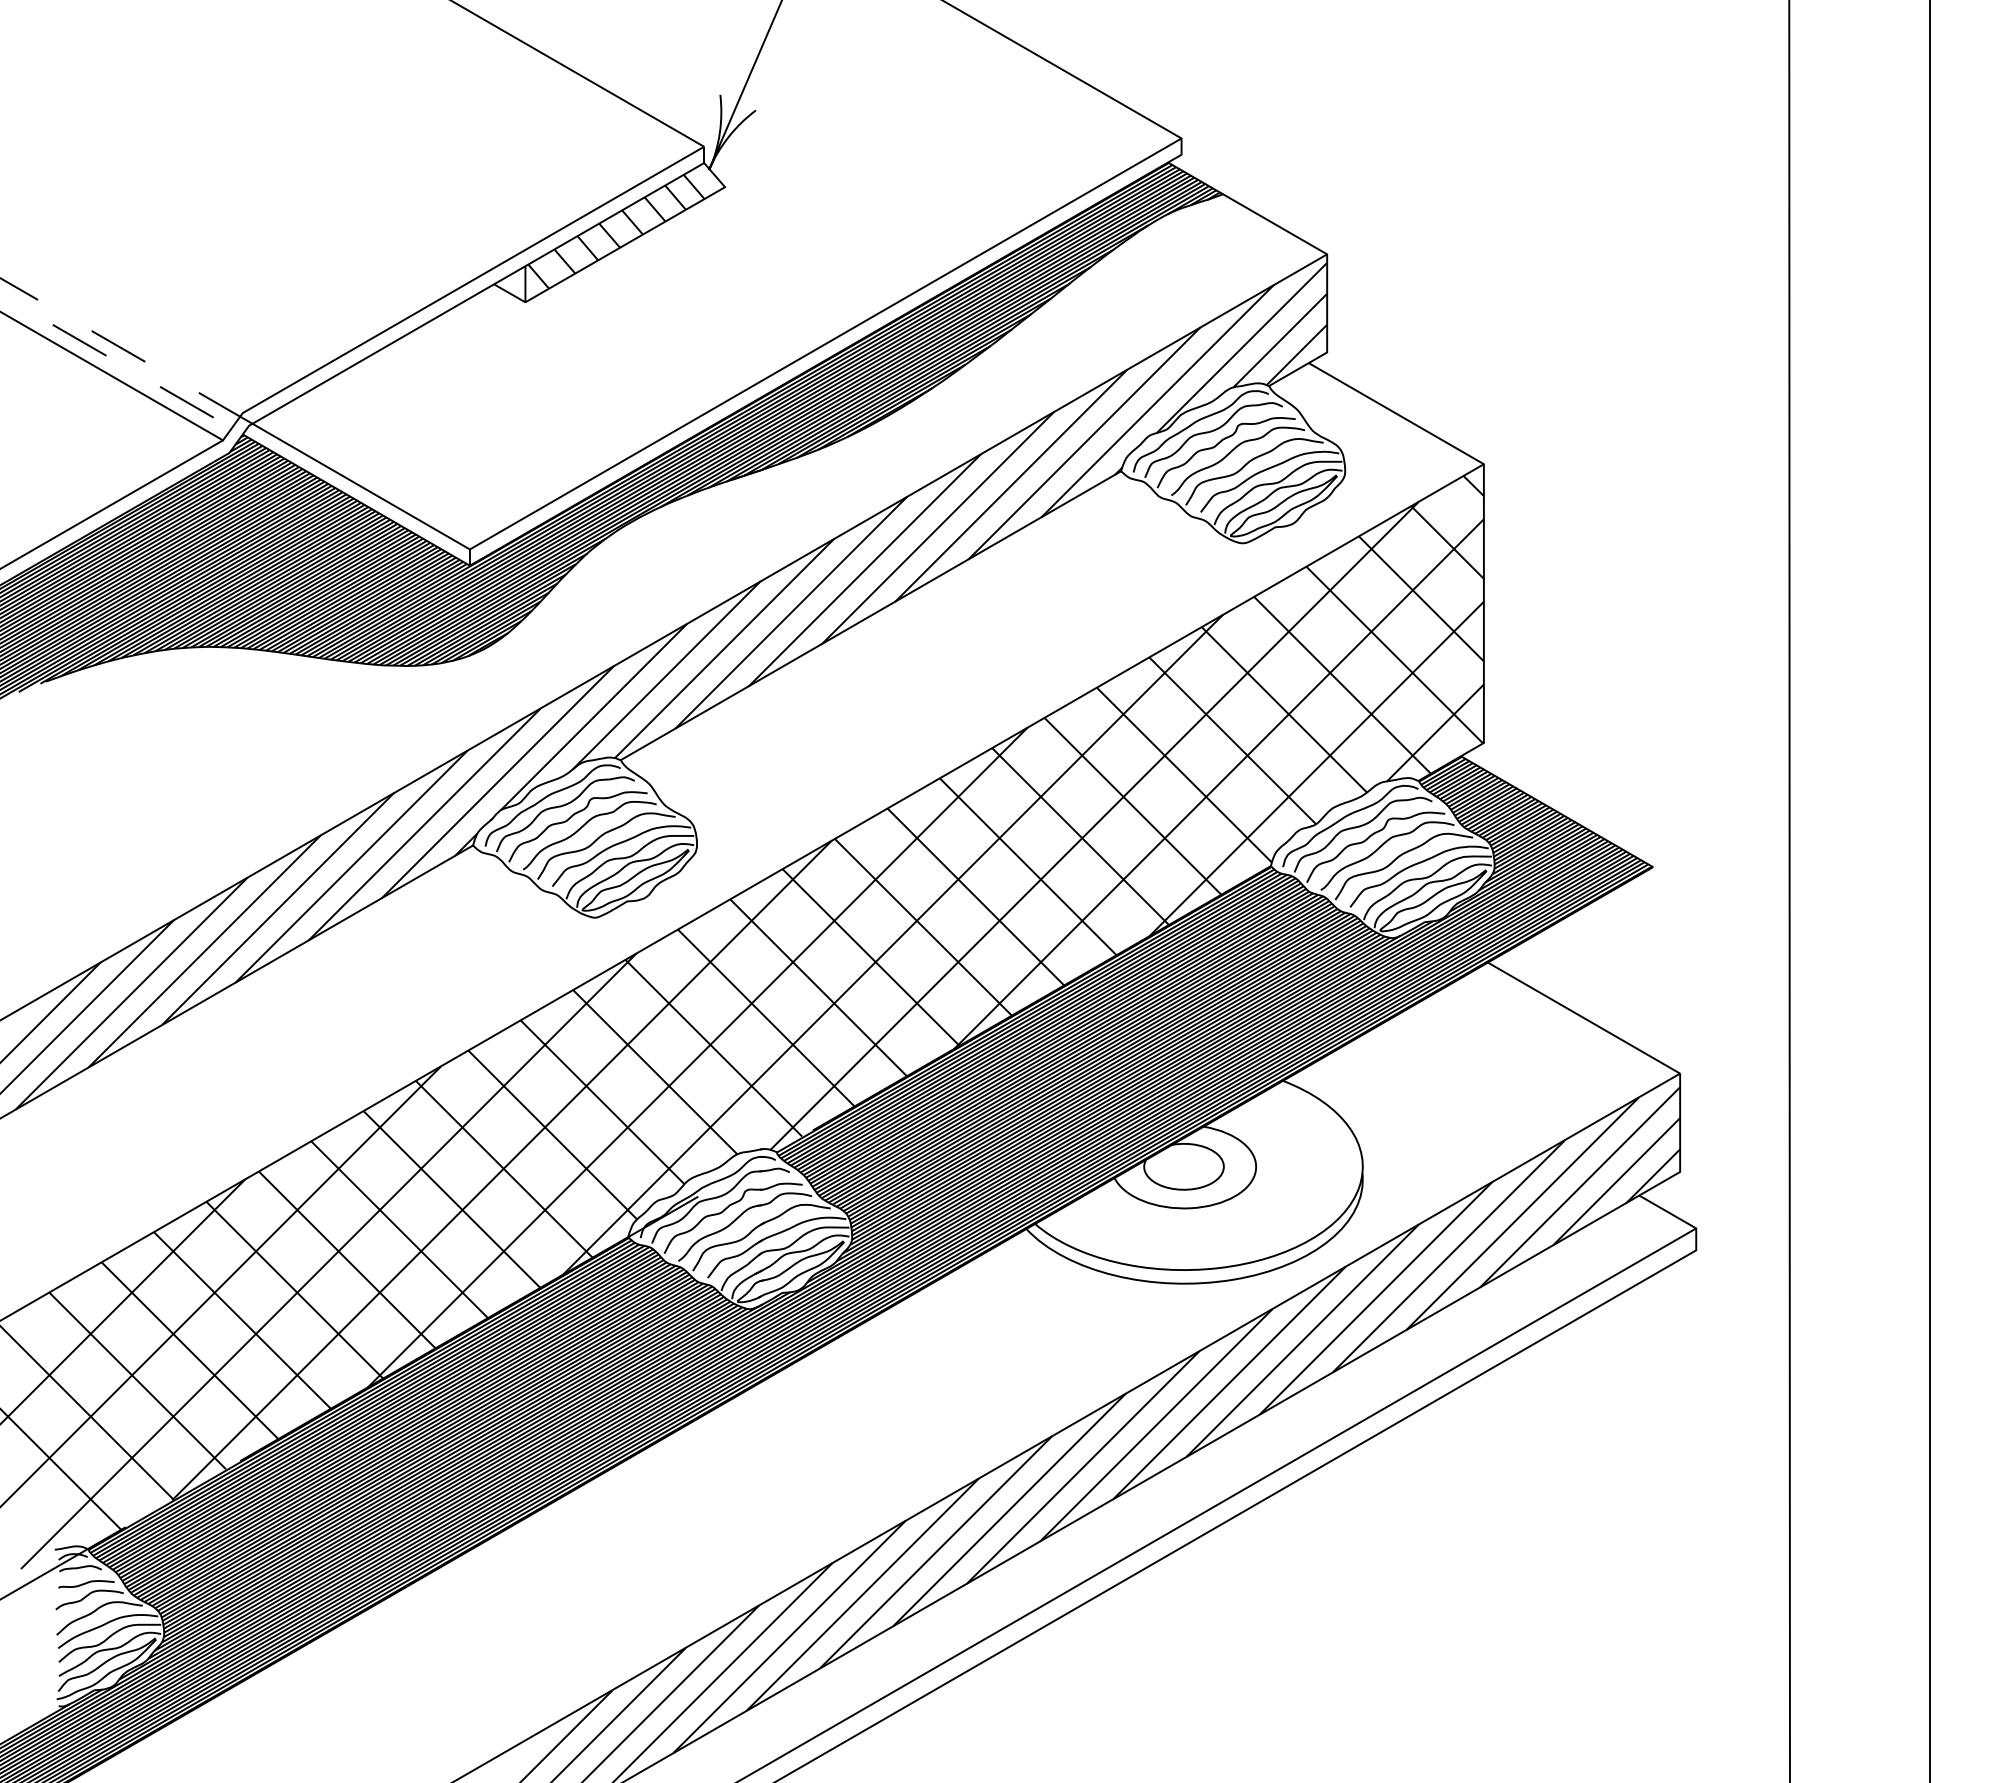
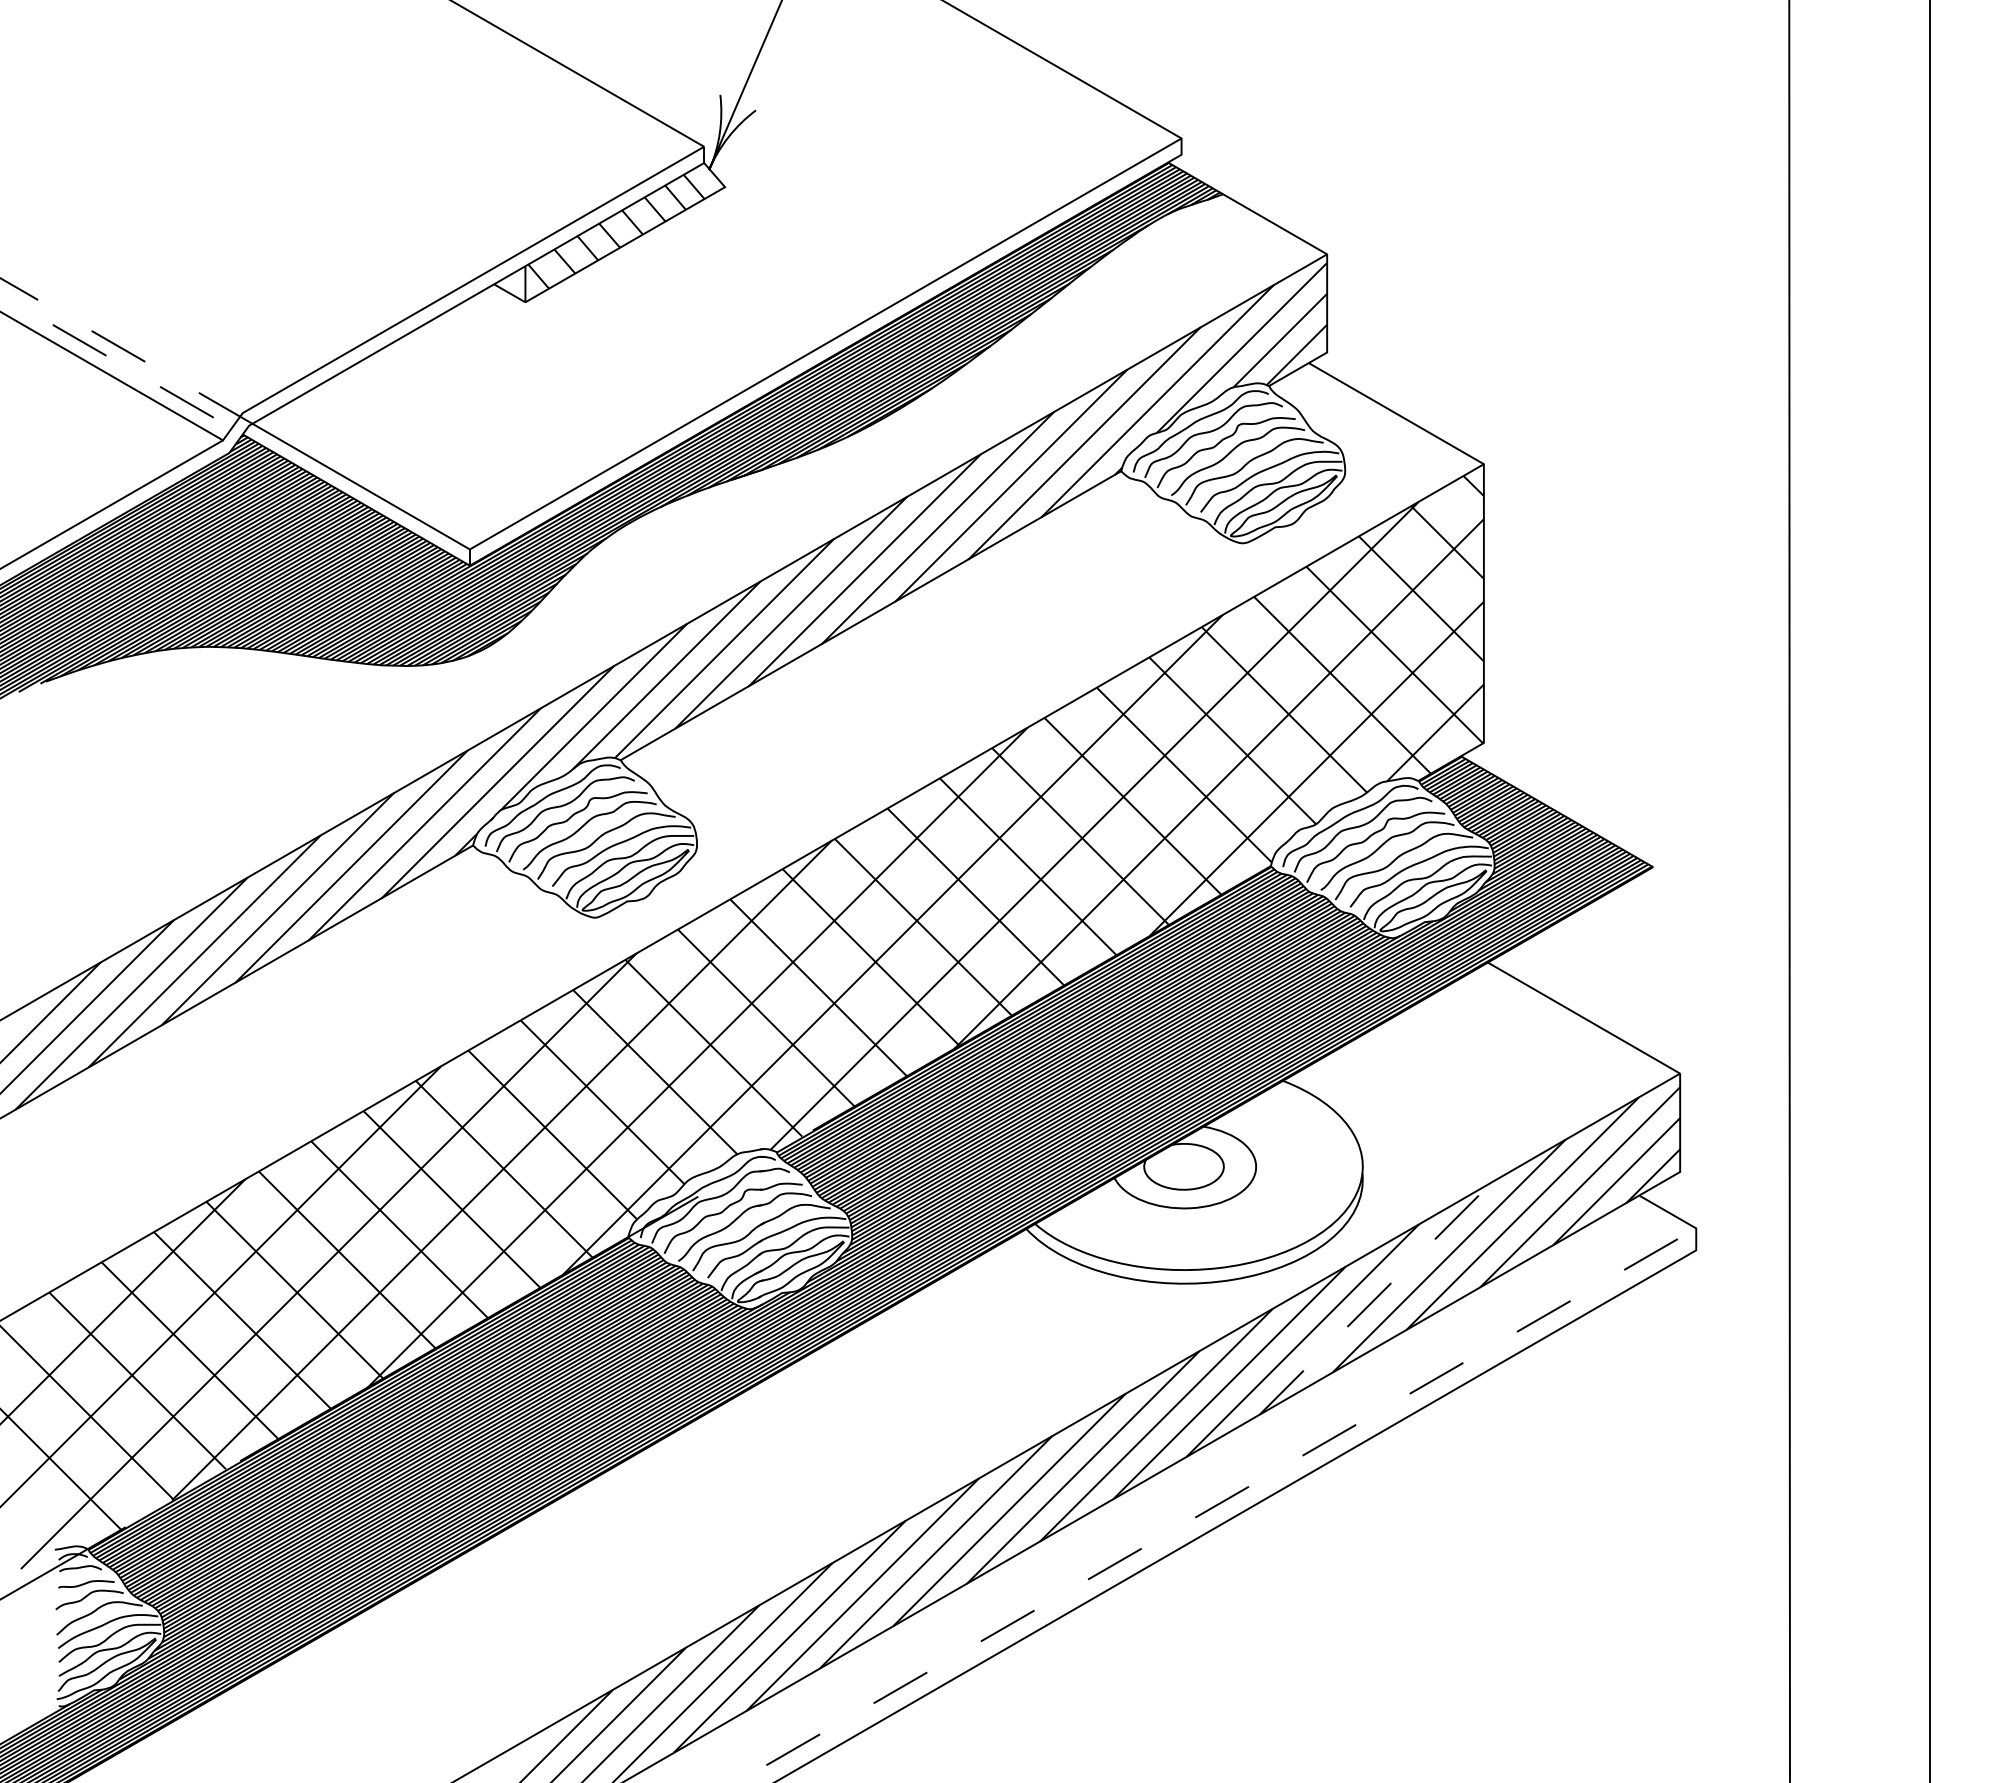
line at (1376, 1297): solid -> dashed
line at (1216, 1505): solid -> dashed
